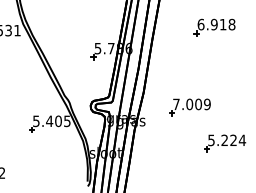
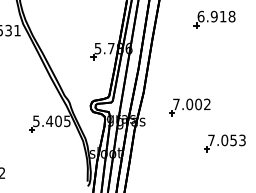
part at (214, 27) position: (214, 27) -> (214, 19)
text at (207, 104): 7.009 -> 7.002
text at (227, 140): 5.224 -> 7.053
